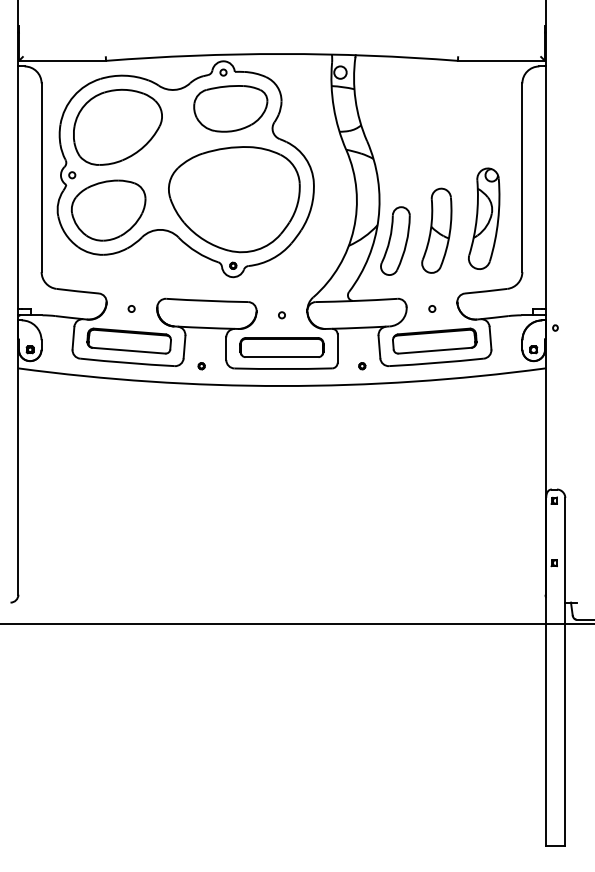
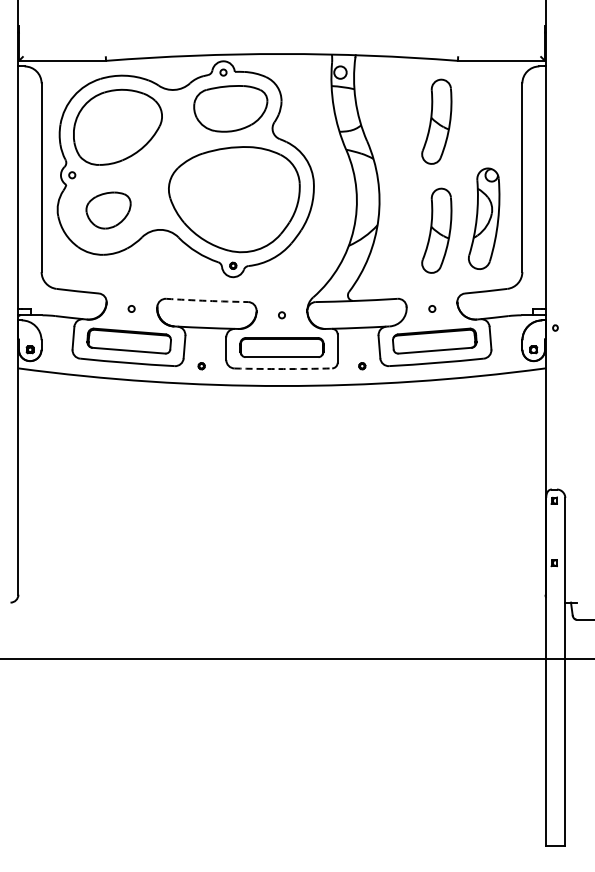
part at (436, 121): none -> present
part at (108, 210) size: 77x63 px -> 47x39 px
part at (395, 240): present -> none
arc at (207, 300): solid -> dashed
arc at (283, 369): solid -> dashed
line at (296, 624) position: (296, 624) -> (296, 659)
